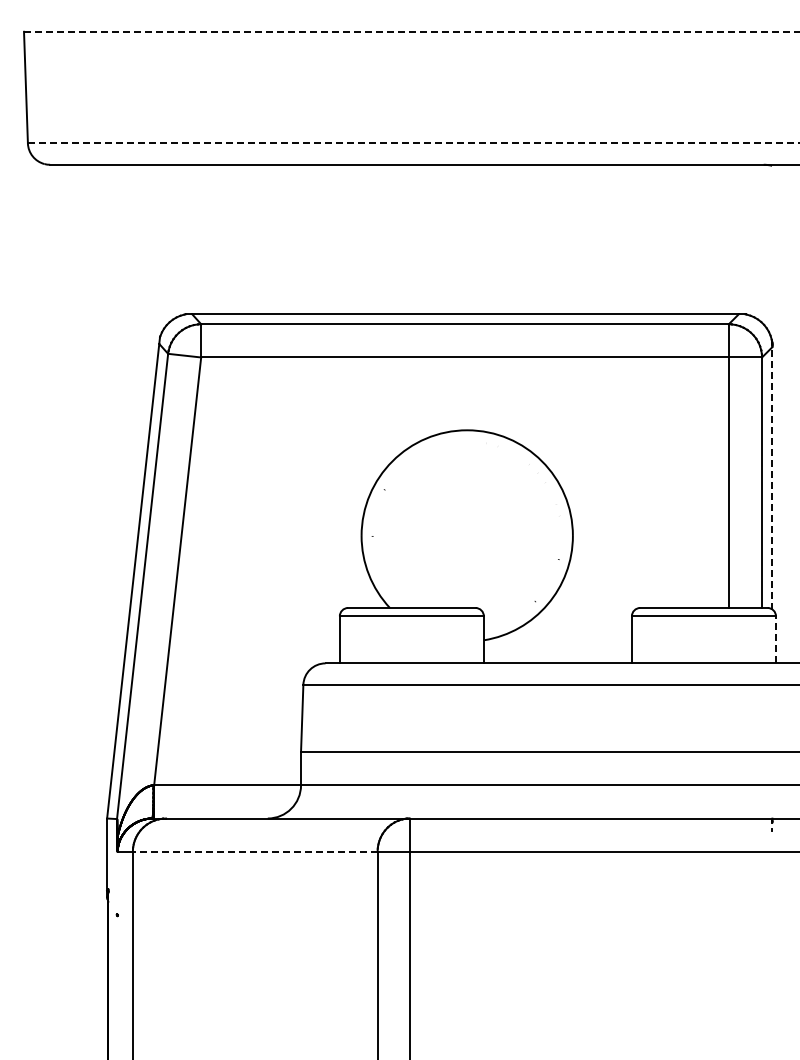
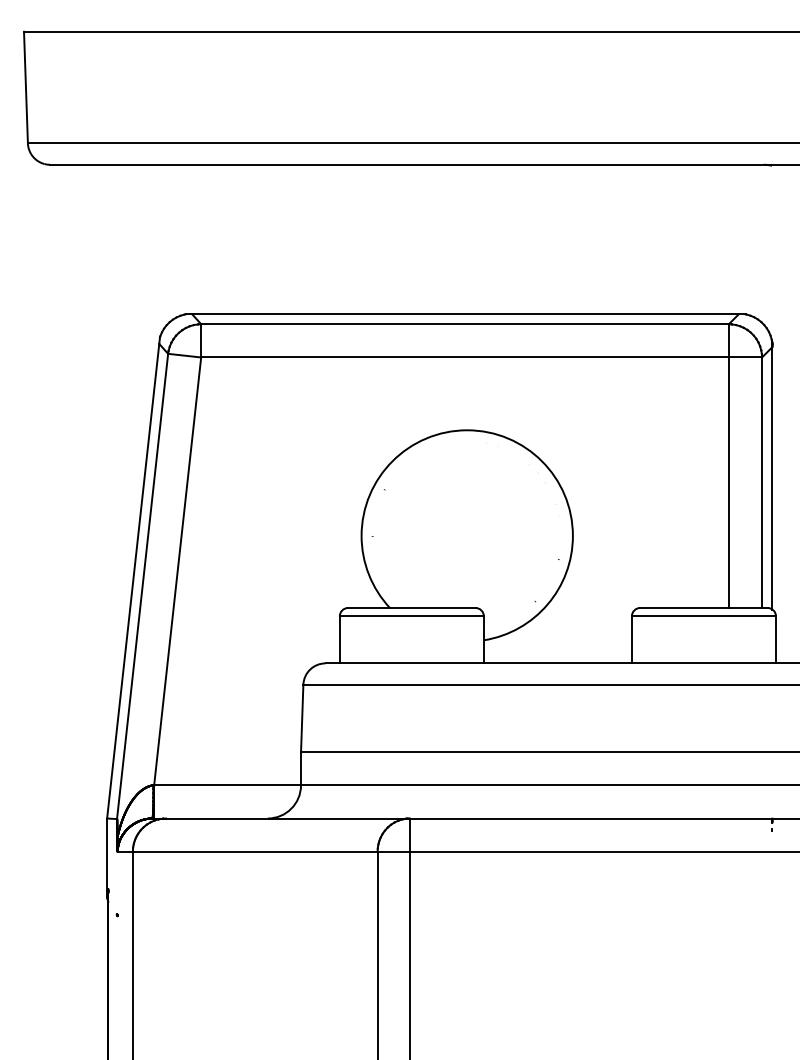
line at (411, 31): dashed -> solid
line at (413, 143): dashed -> solid
line at (772, 477): dashed -> solid
line at (775, 639): dashed -> solid
line at (254, 851): dashed -> solid
